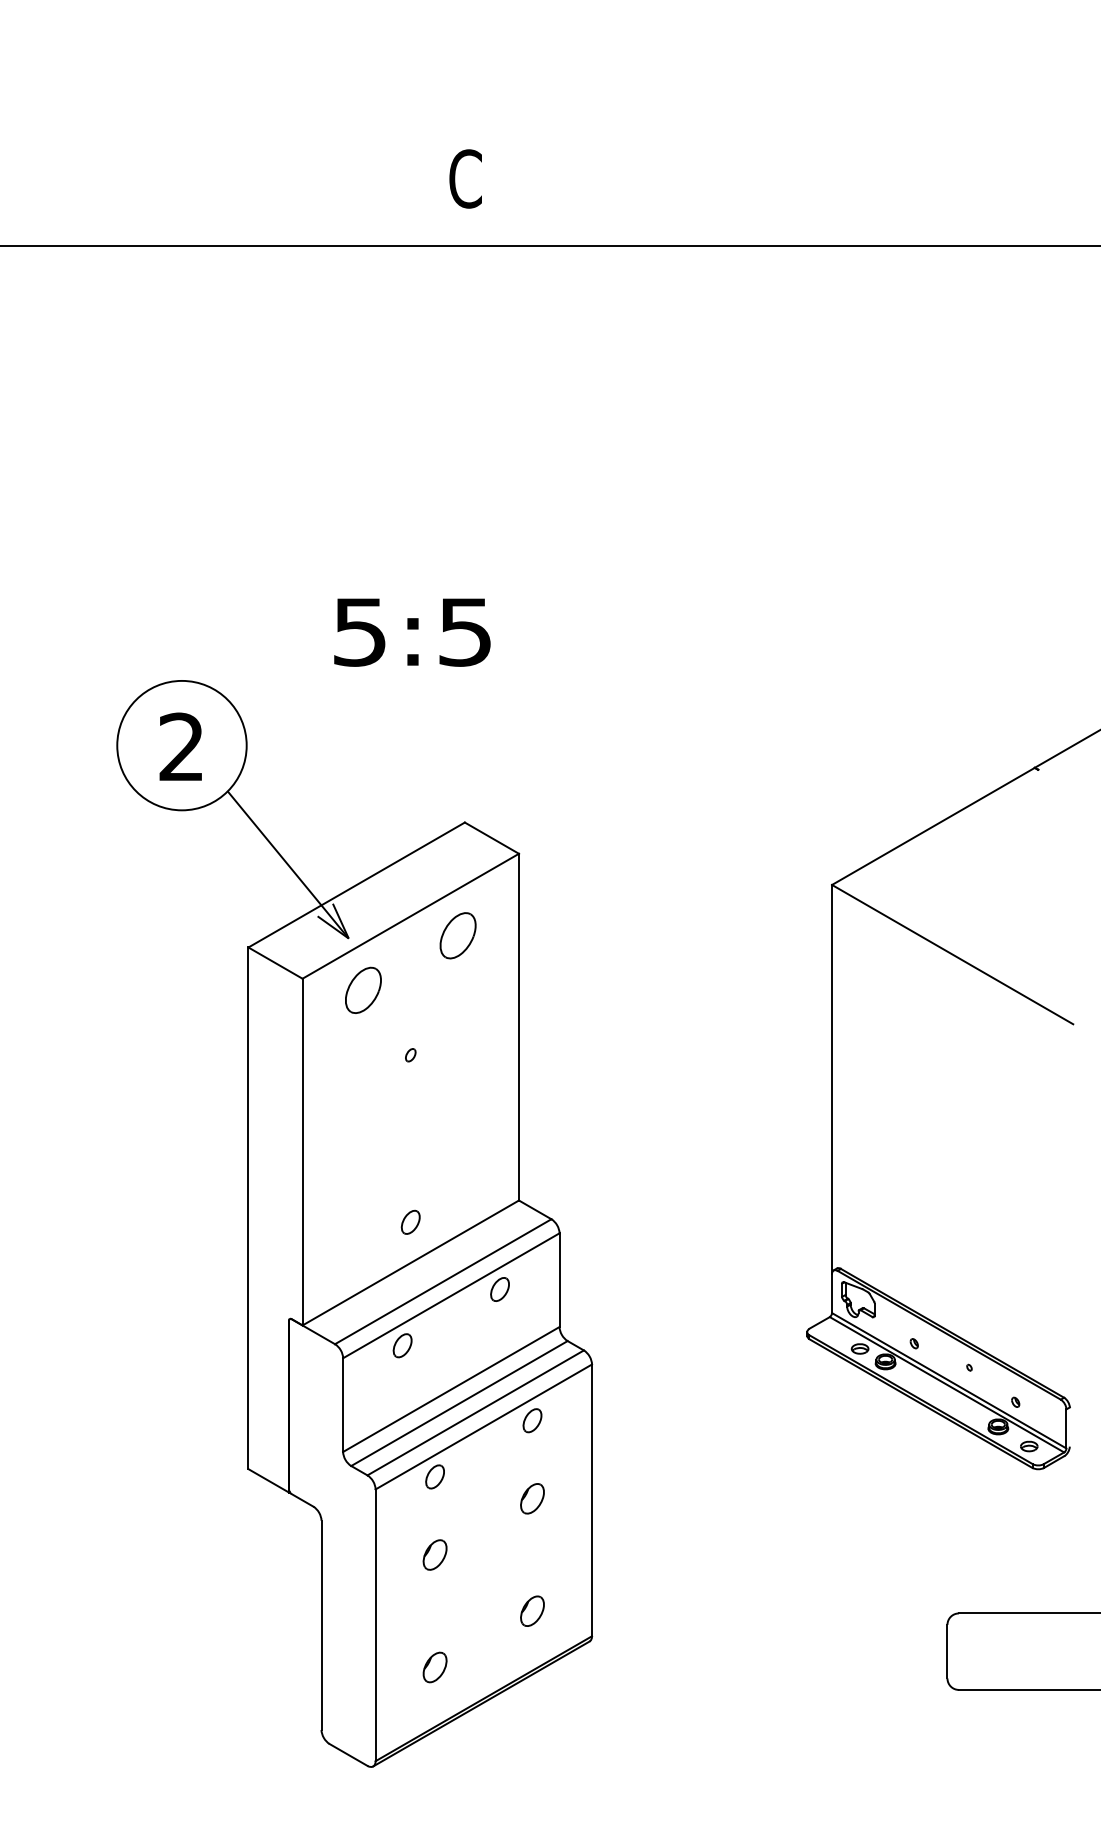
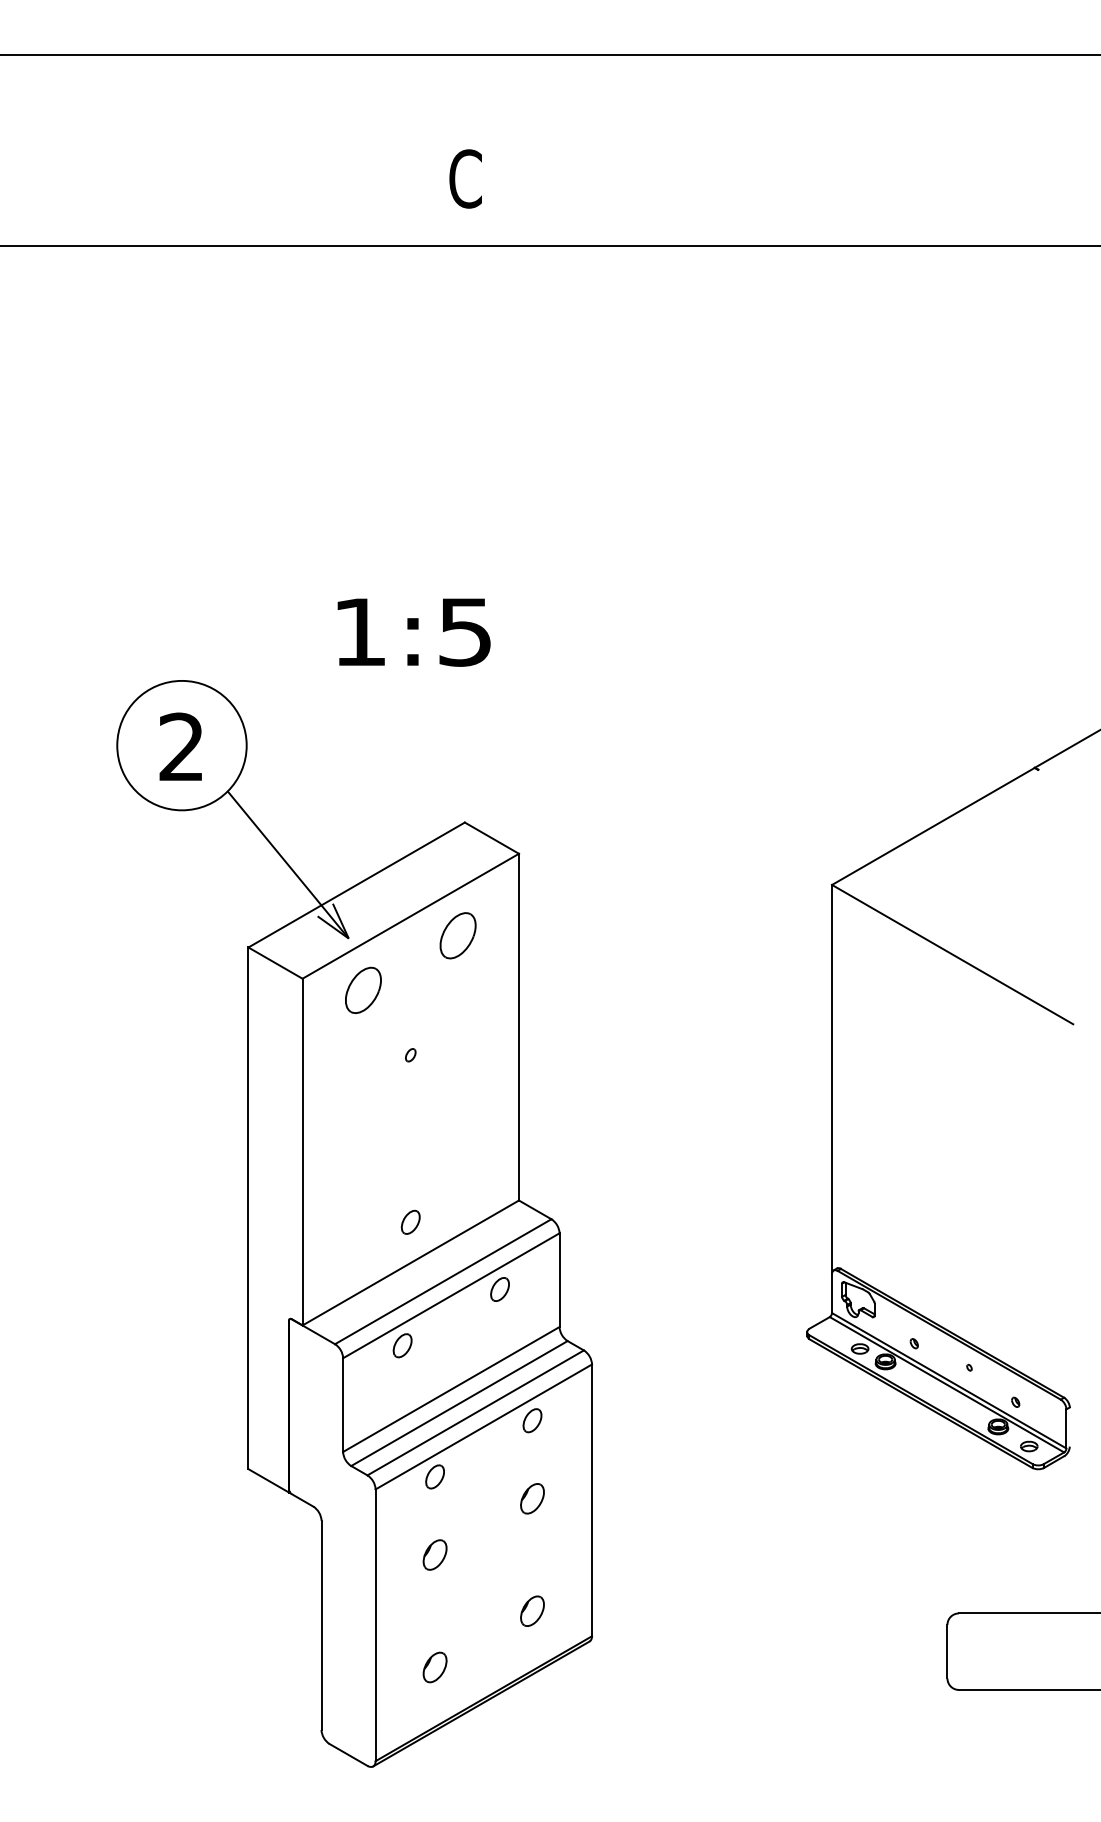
line at (549, 54): none -> present
text at (359, 632): 5:5 -> 1:5
